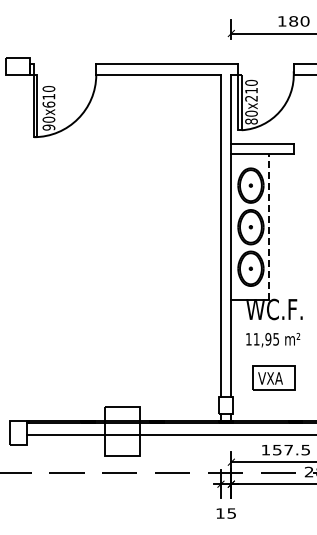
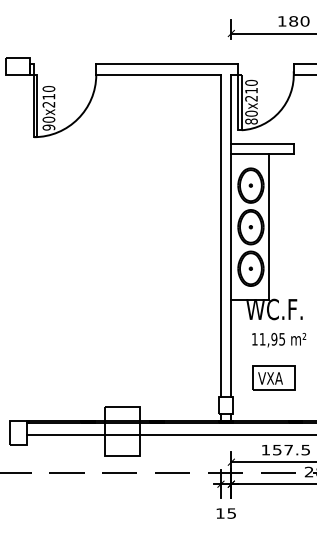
text at (48, 104): 90x610 -> 90x210
line at (269, 227): dashed -> solid
text at (273, 340) position: (273, 340) -> (279, 340)
